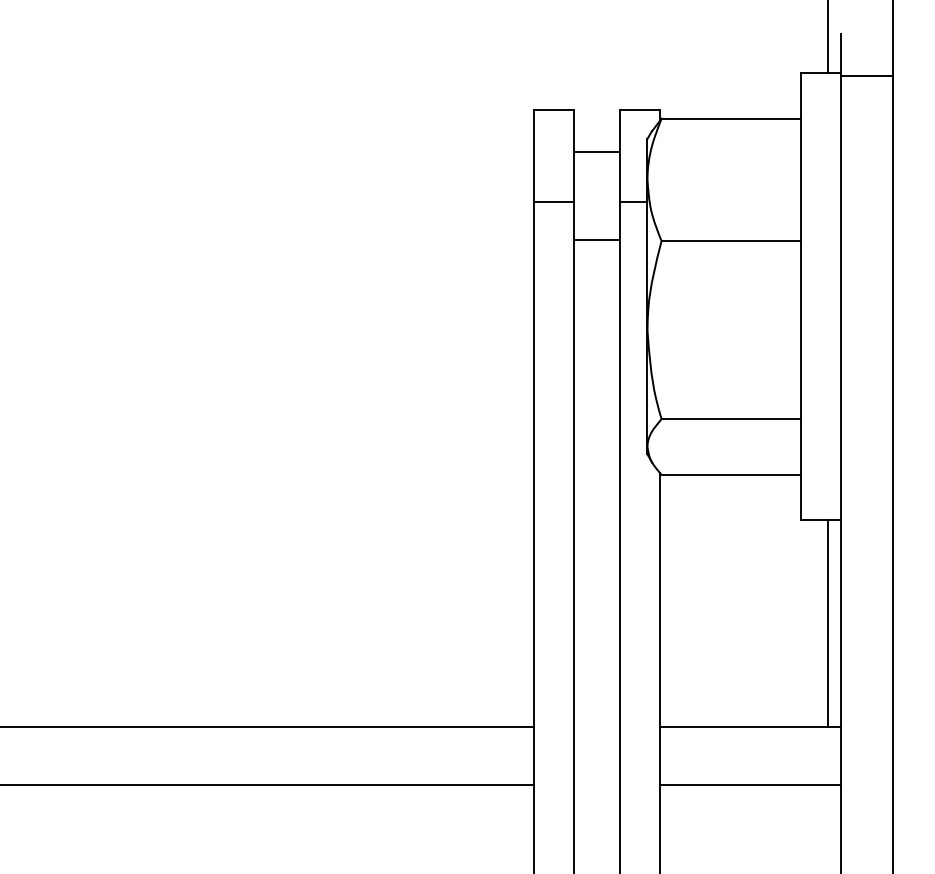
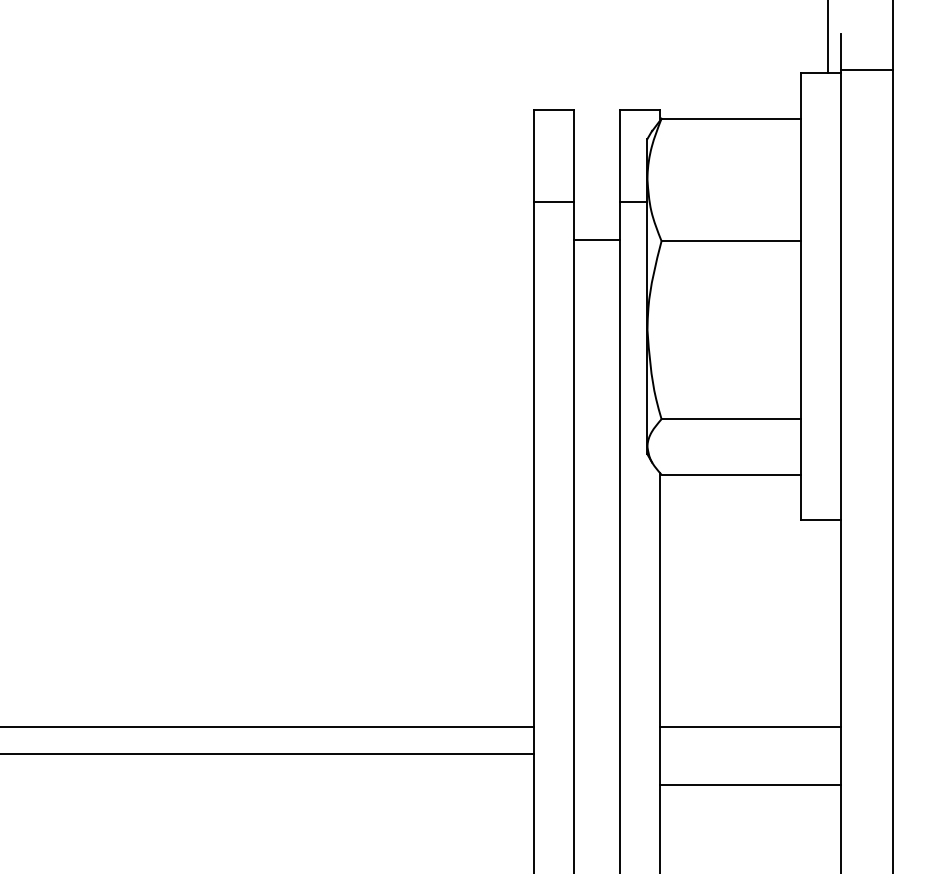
line at (866, 75) position: (866, 75) -> (866, 69)
line at (597, 152): present -> none
line at (827, 623): present -> none
line at (268, 784) position: (268, 784) -> (268, 753)
